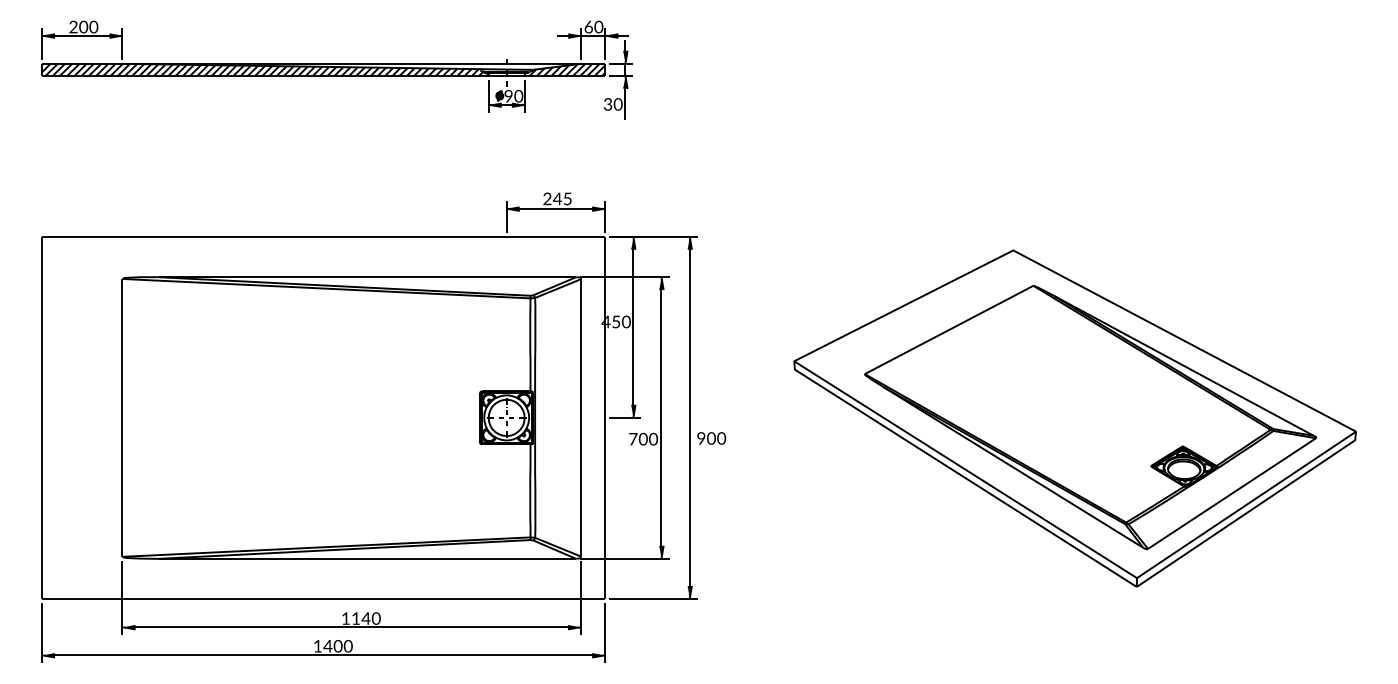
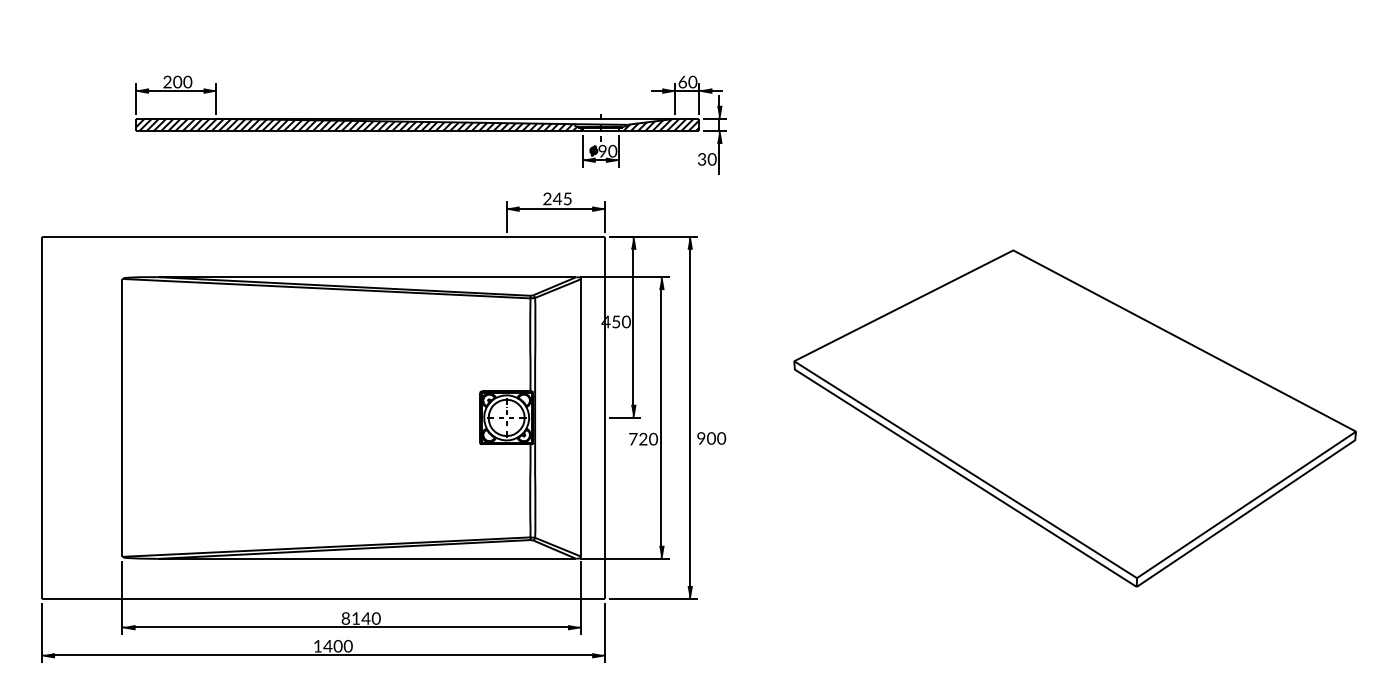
part at (336, 69) position: (336, 69) -> (430, 124)
part at (1090, 417): present -> none
text at (642, 439): 700 -> 720
text at (345, 618): 1140 -> 8140
